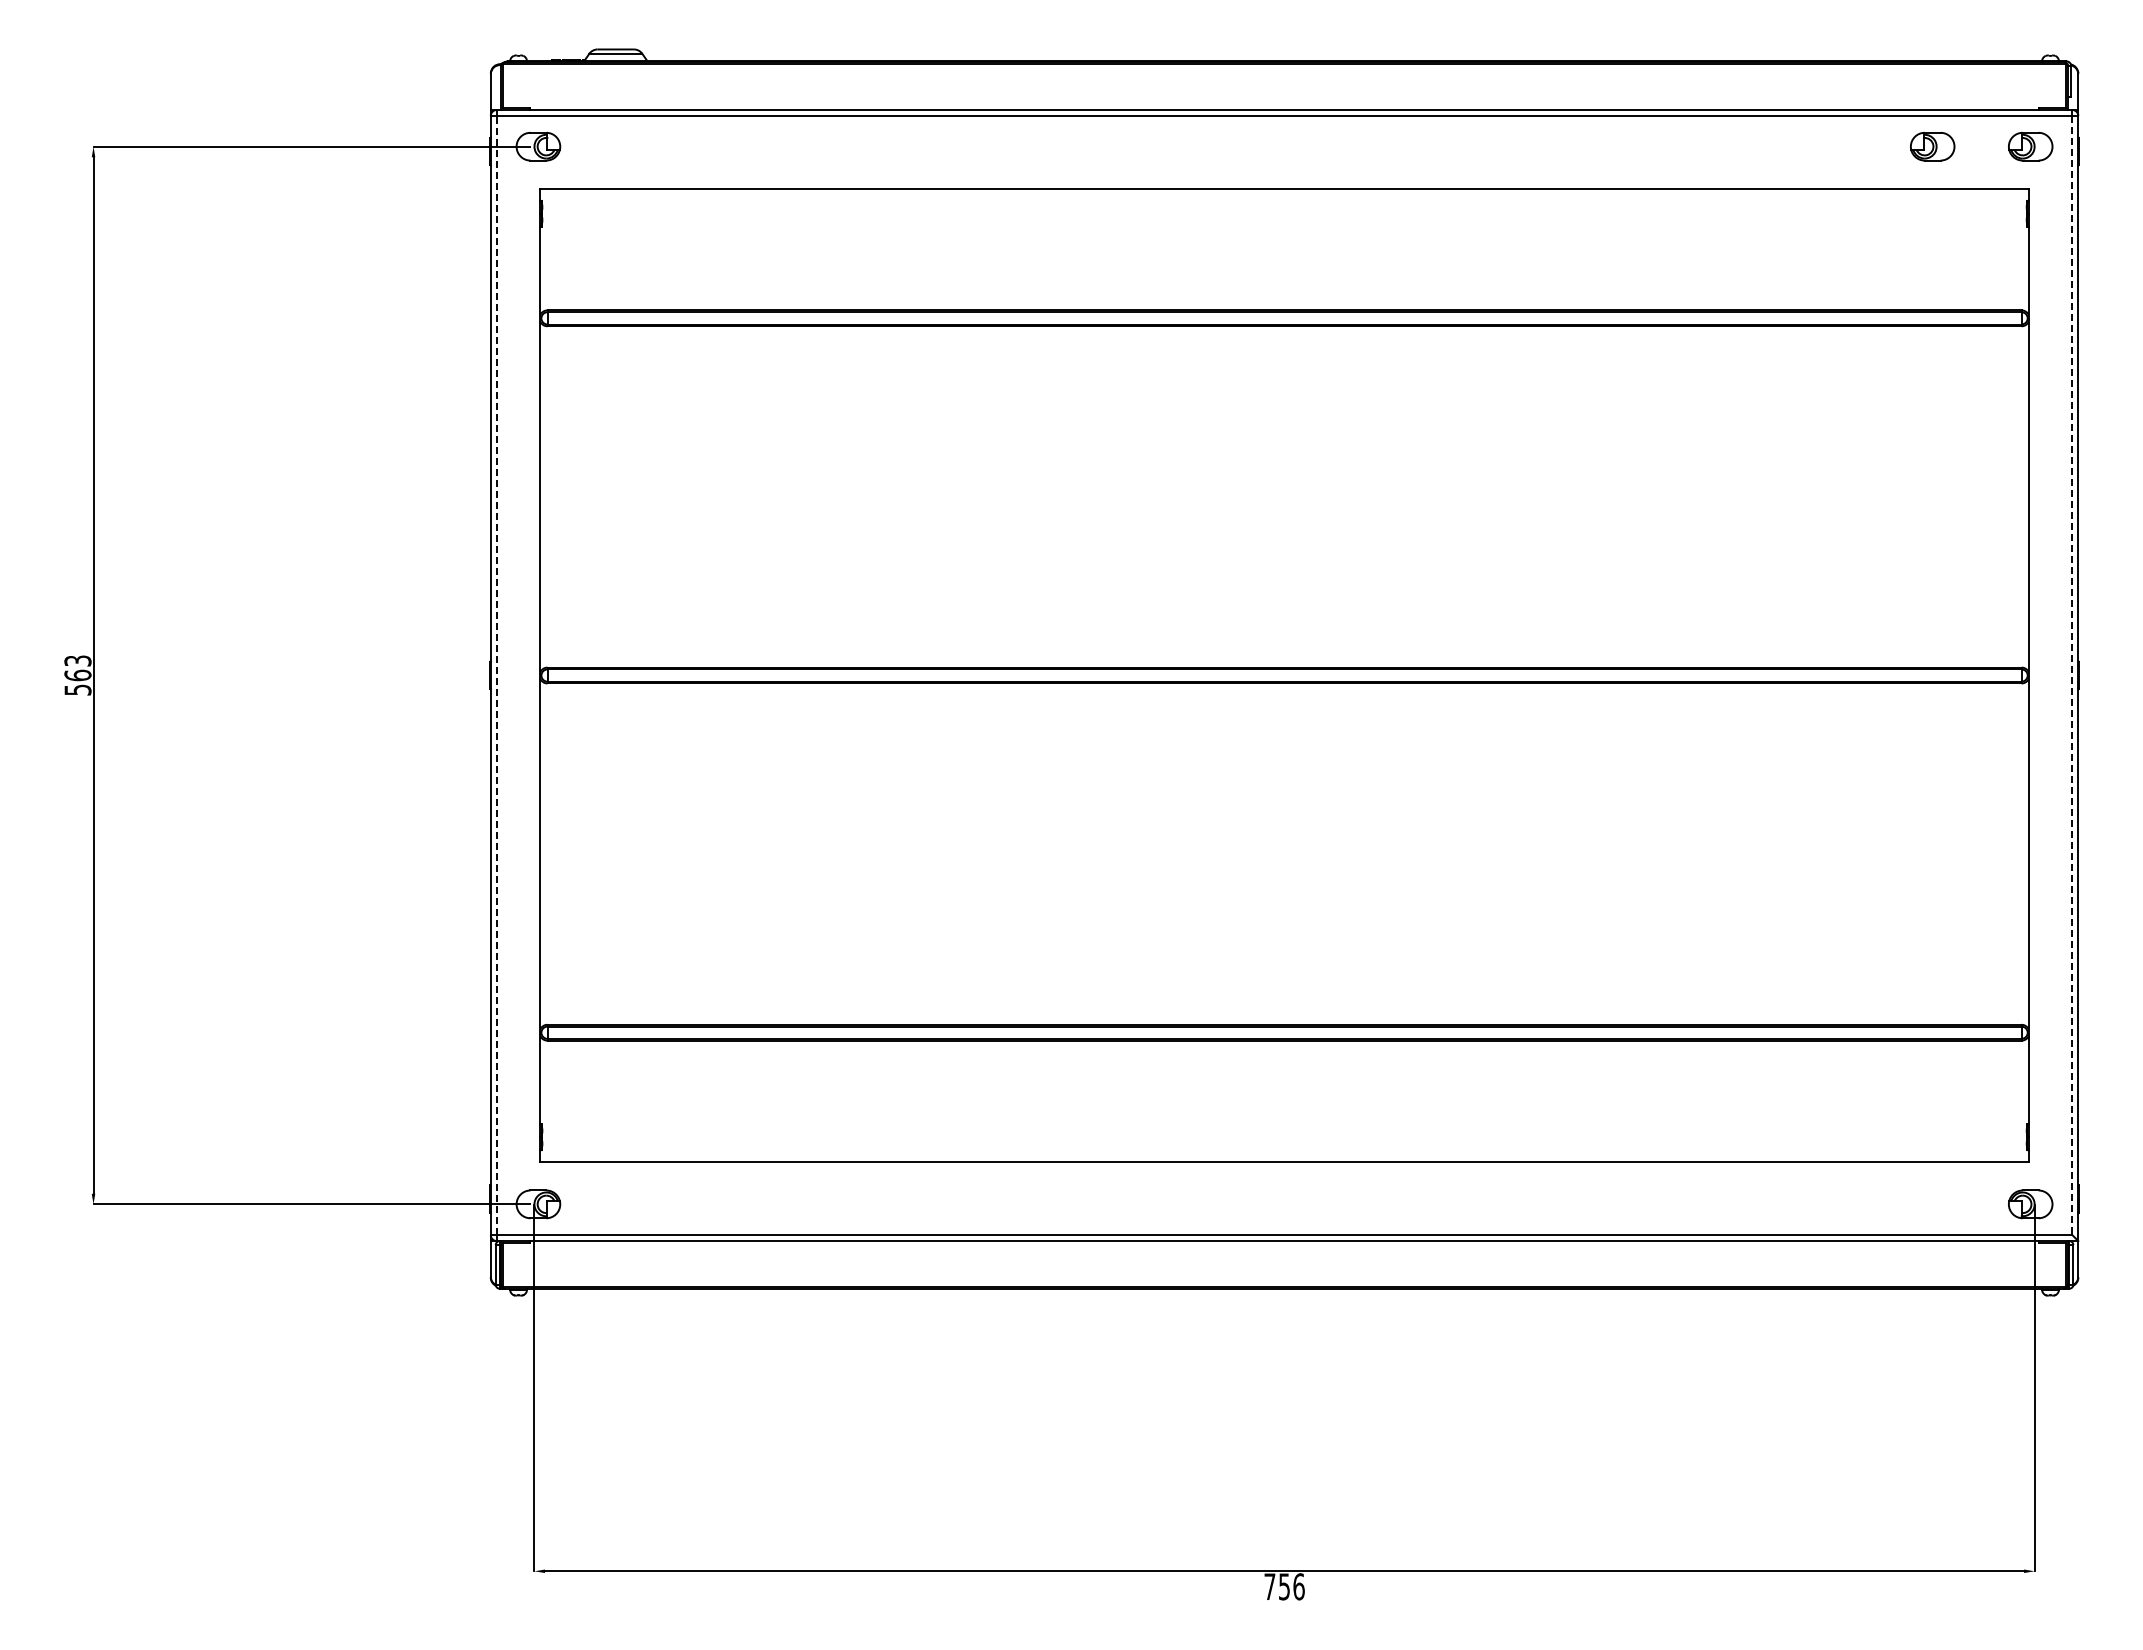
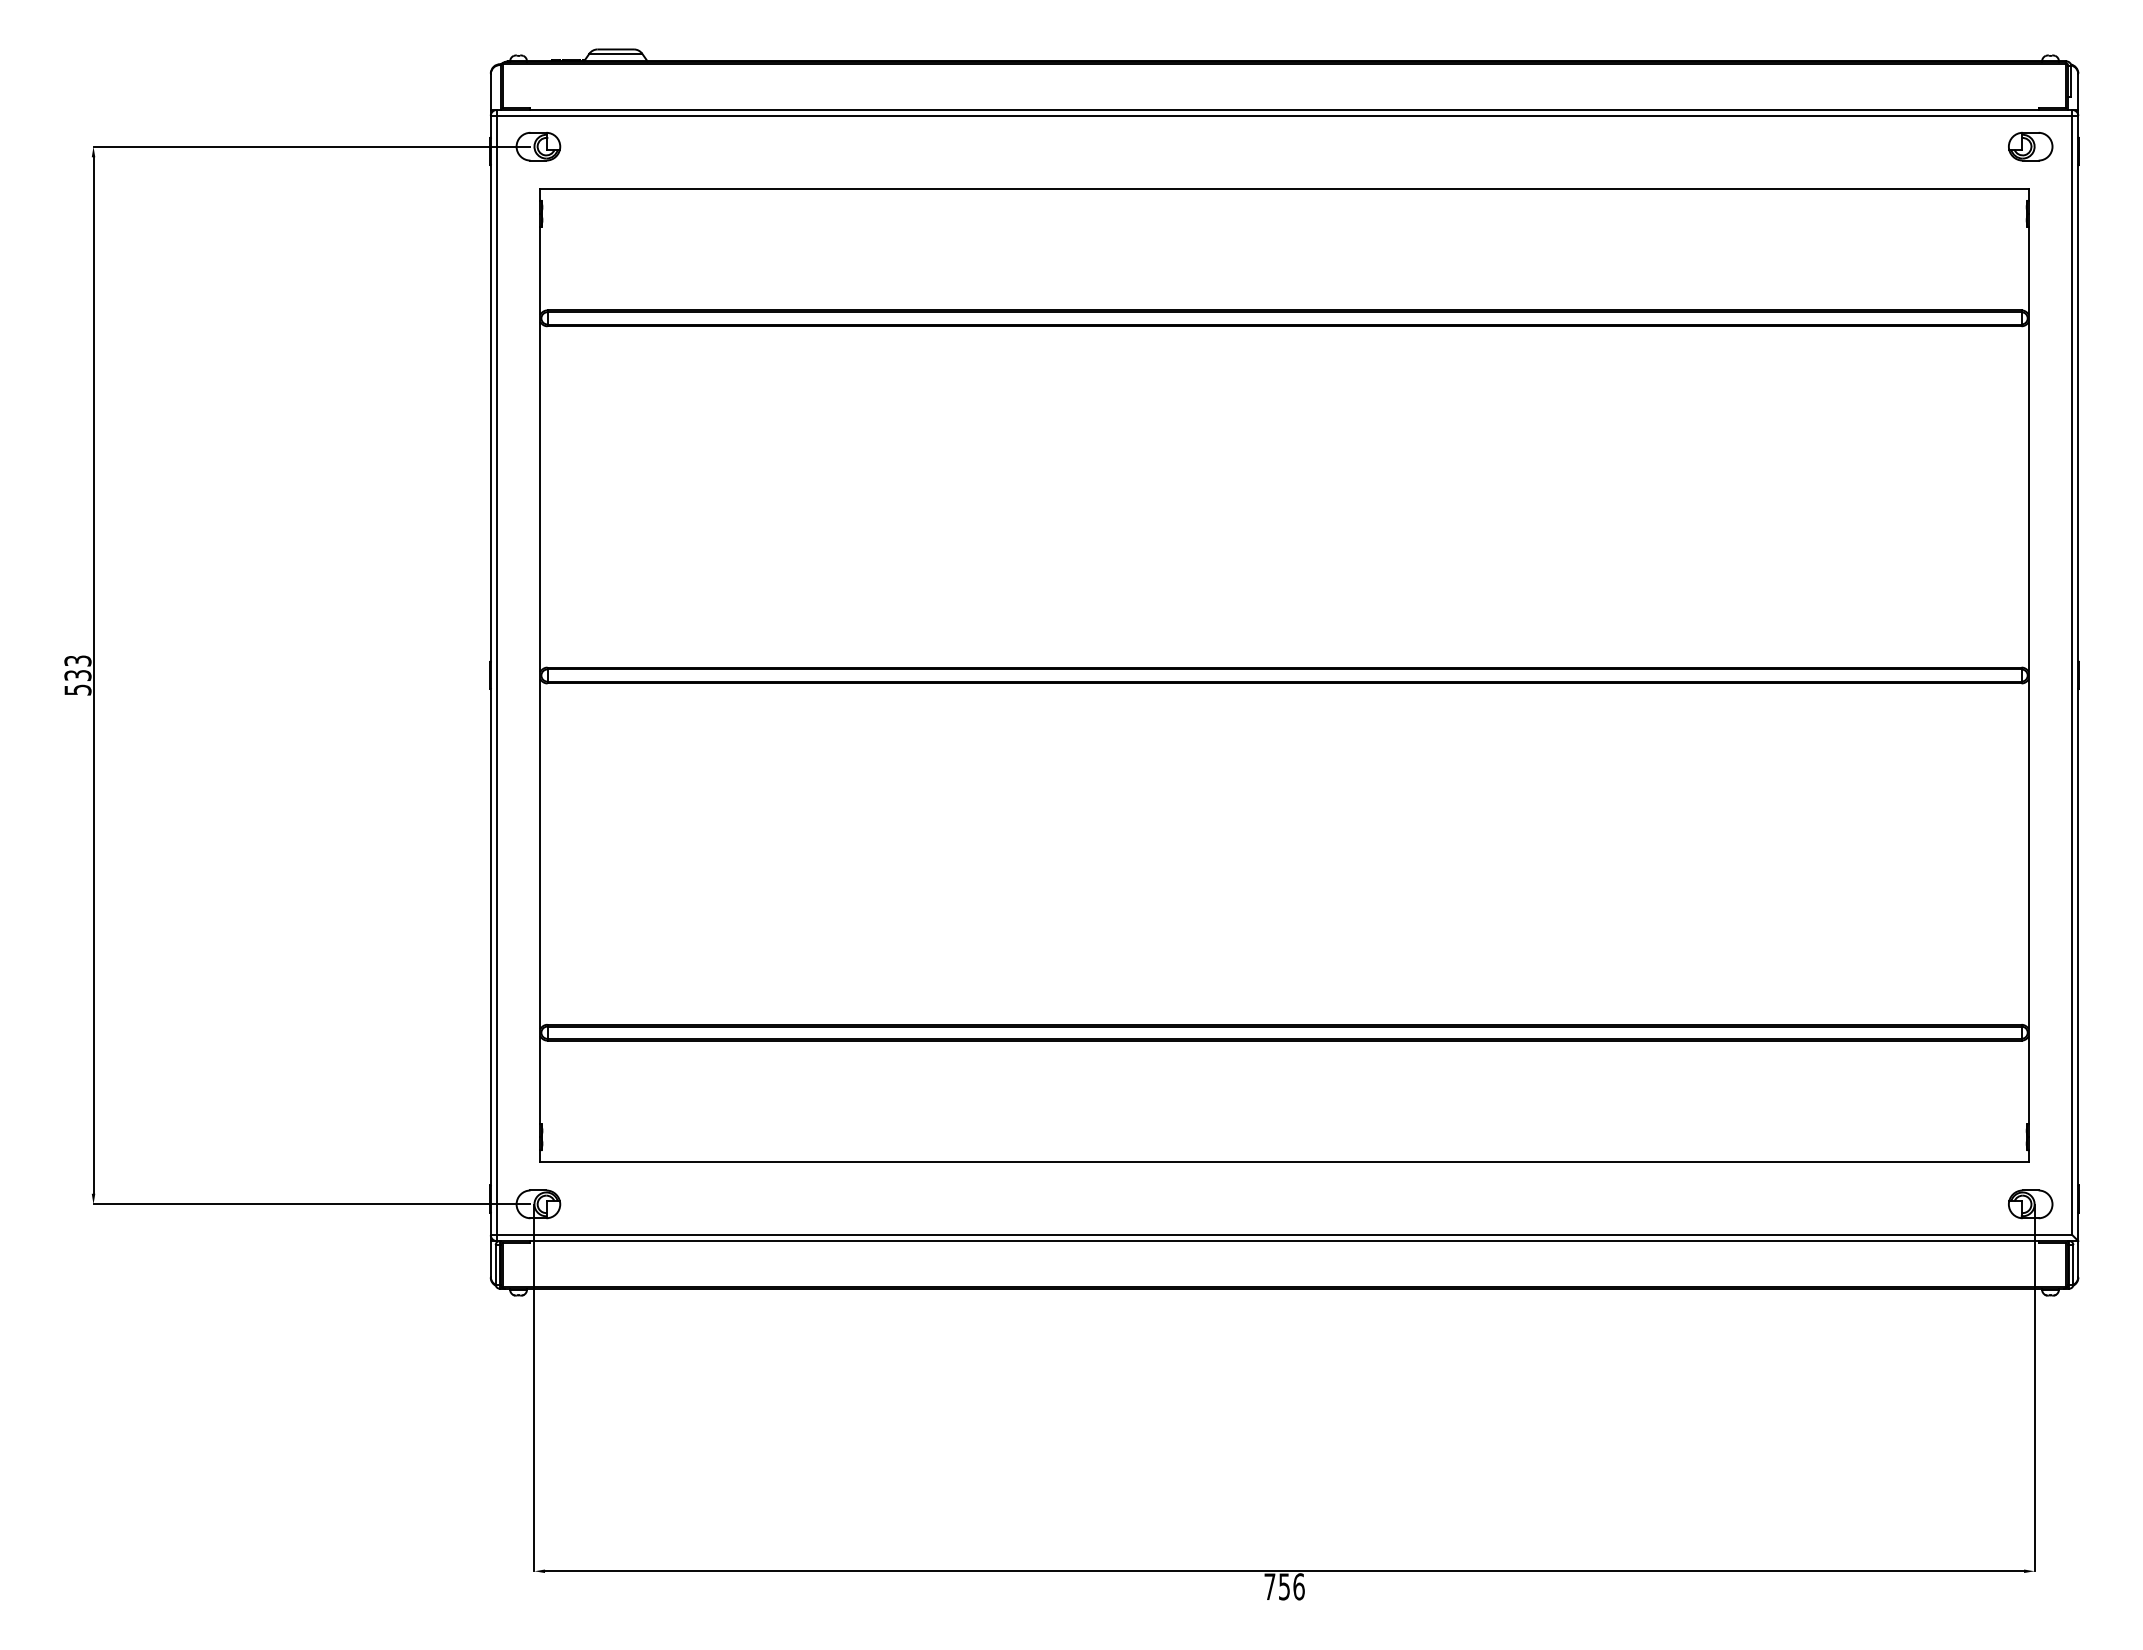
part at (1932, 146): present -> none
text at (77, 675): 563 -> 533
line at (496, 675): dashed -> solid
line at (2072, 675): dashed -> solid
